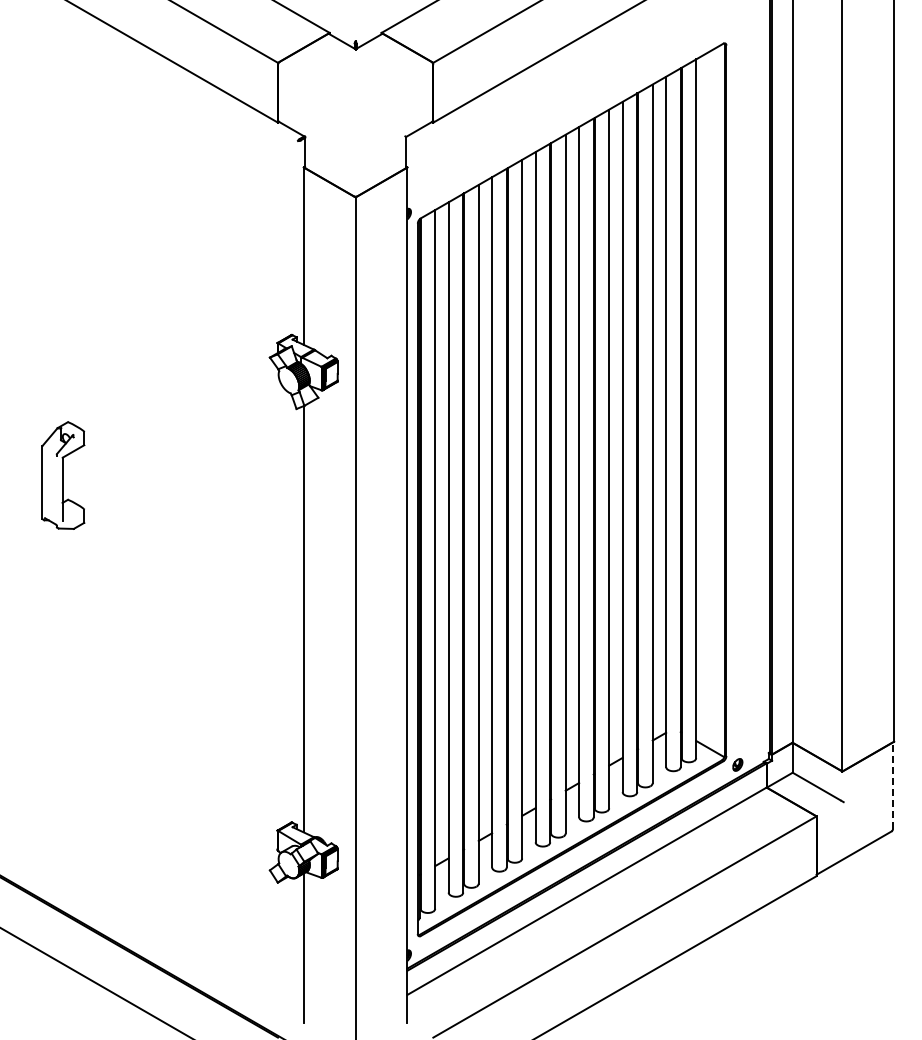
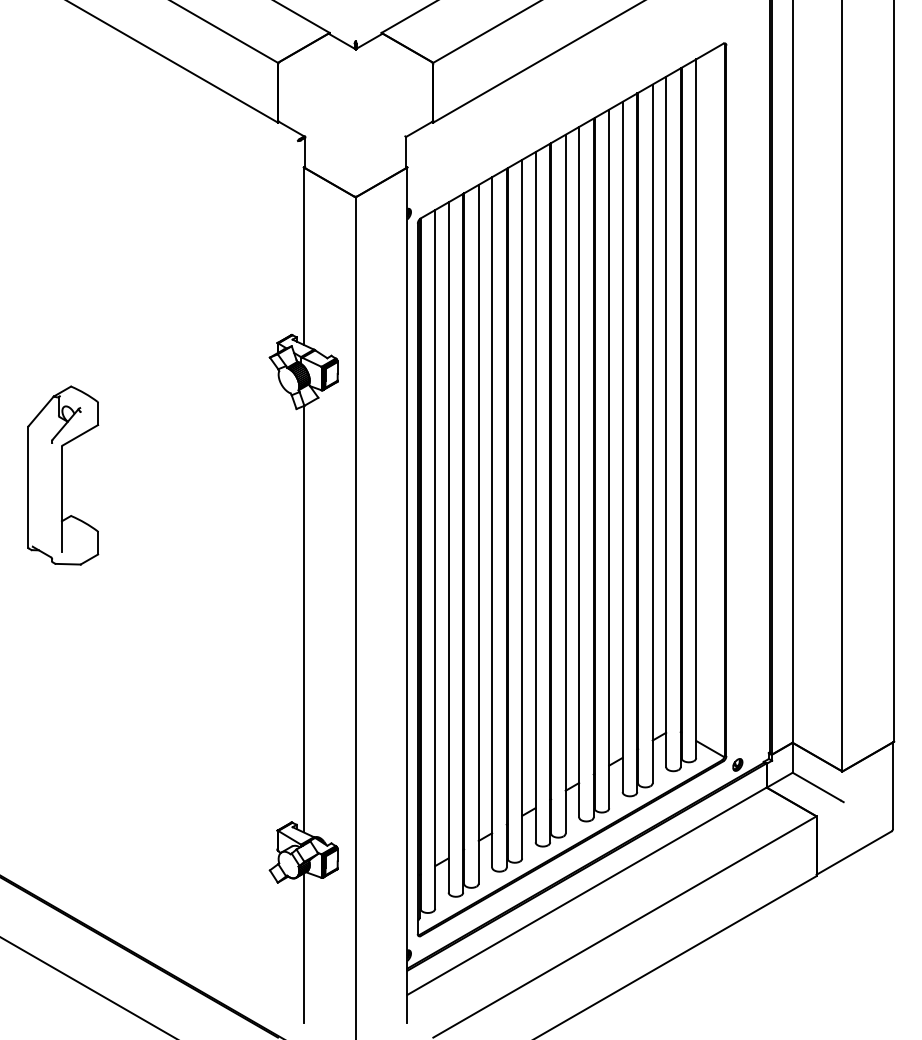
part at (63, 475) size: 45x109 px -> 73x181 px
line at (893, 785): dashed -> solid
line at (95, 982) position: (95, 982) -> (87, 987)
